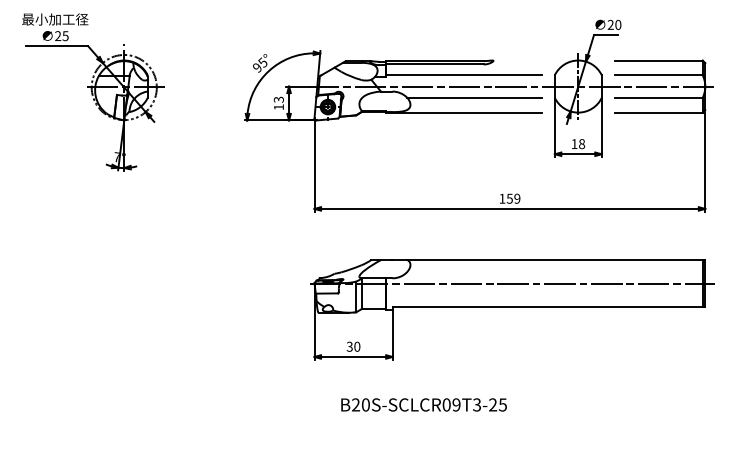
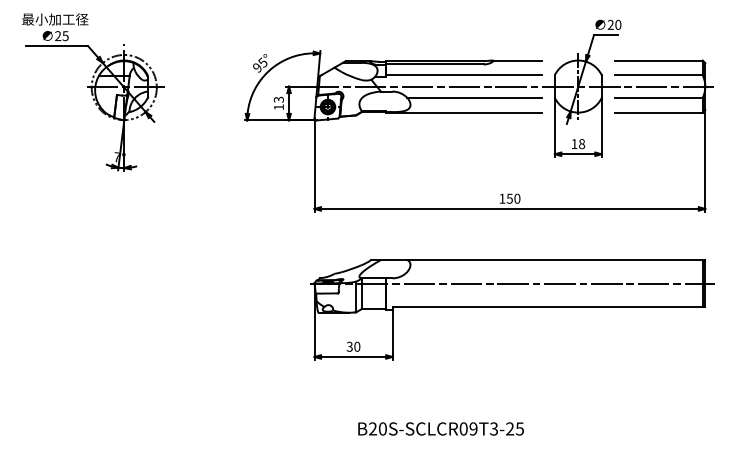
line at (516, 60): none -> present
text at (517, 198): 159 -> 150
text at (423, 404) position: (423, 404) -> (440, 428)
